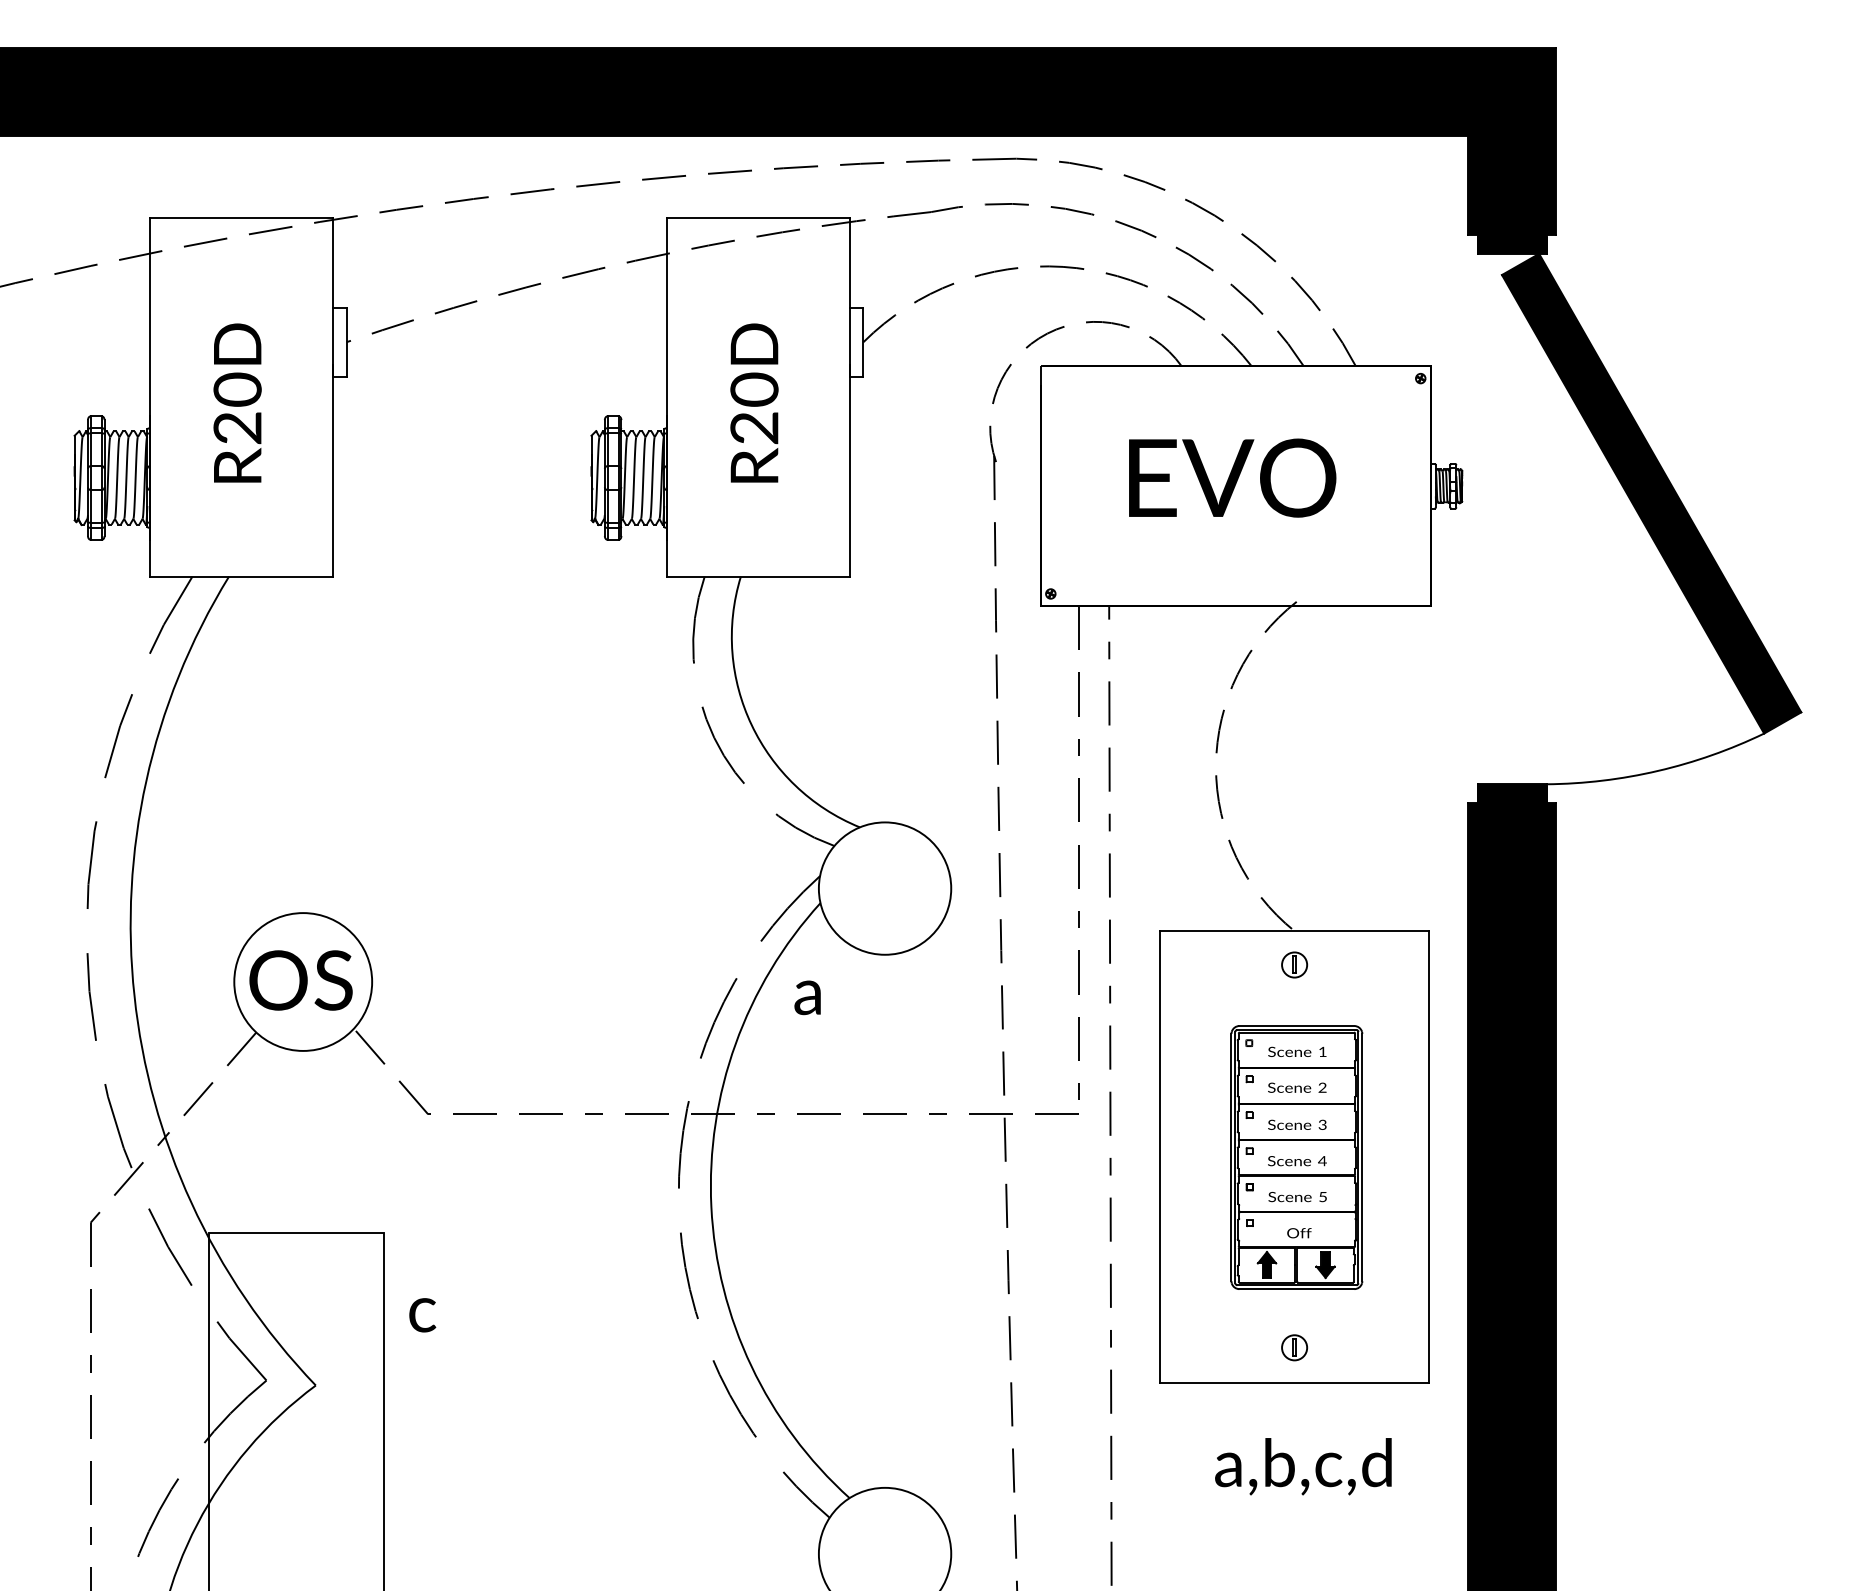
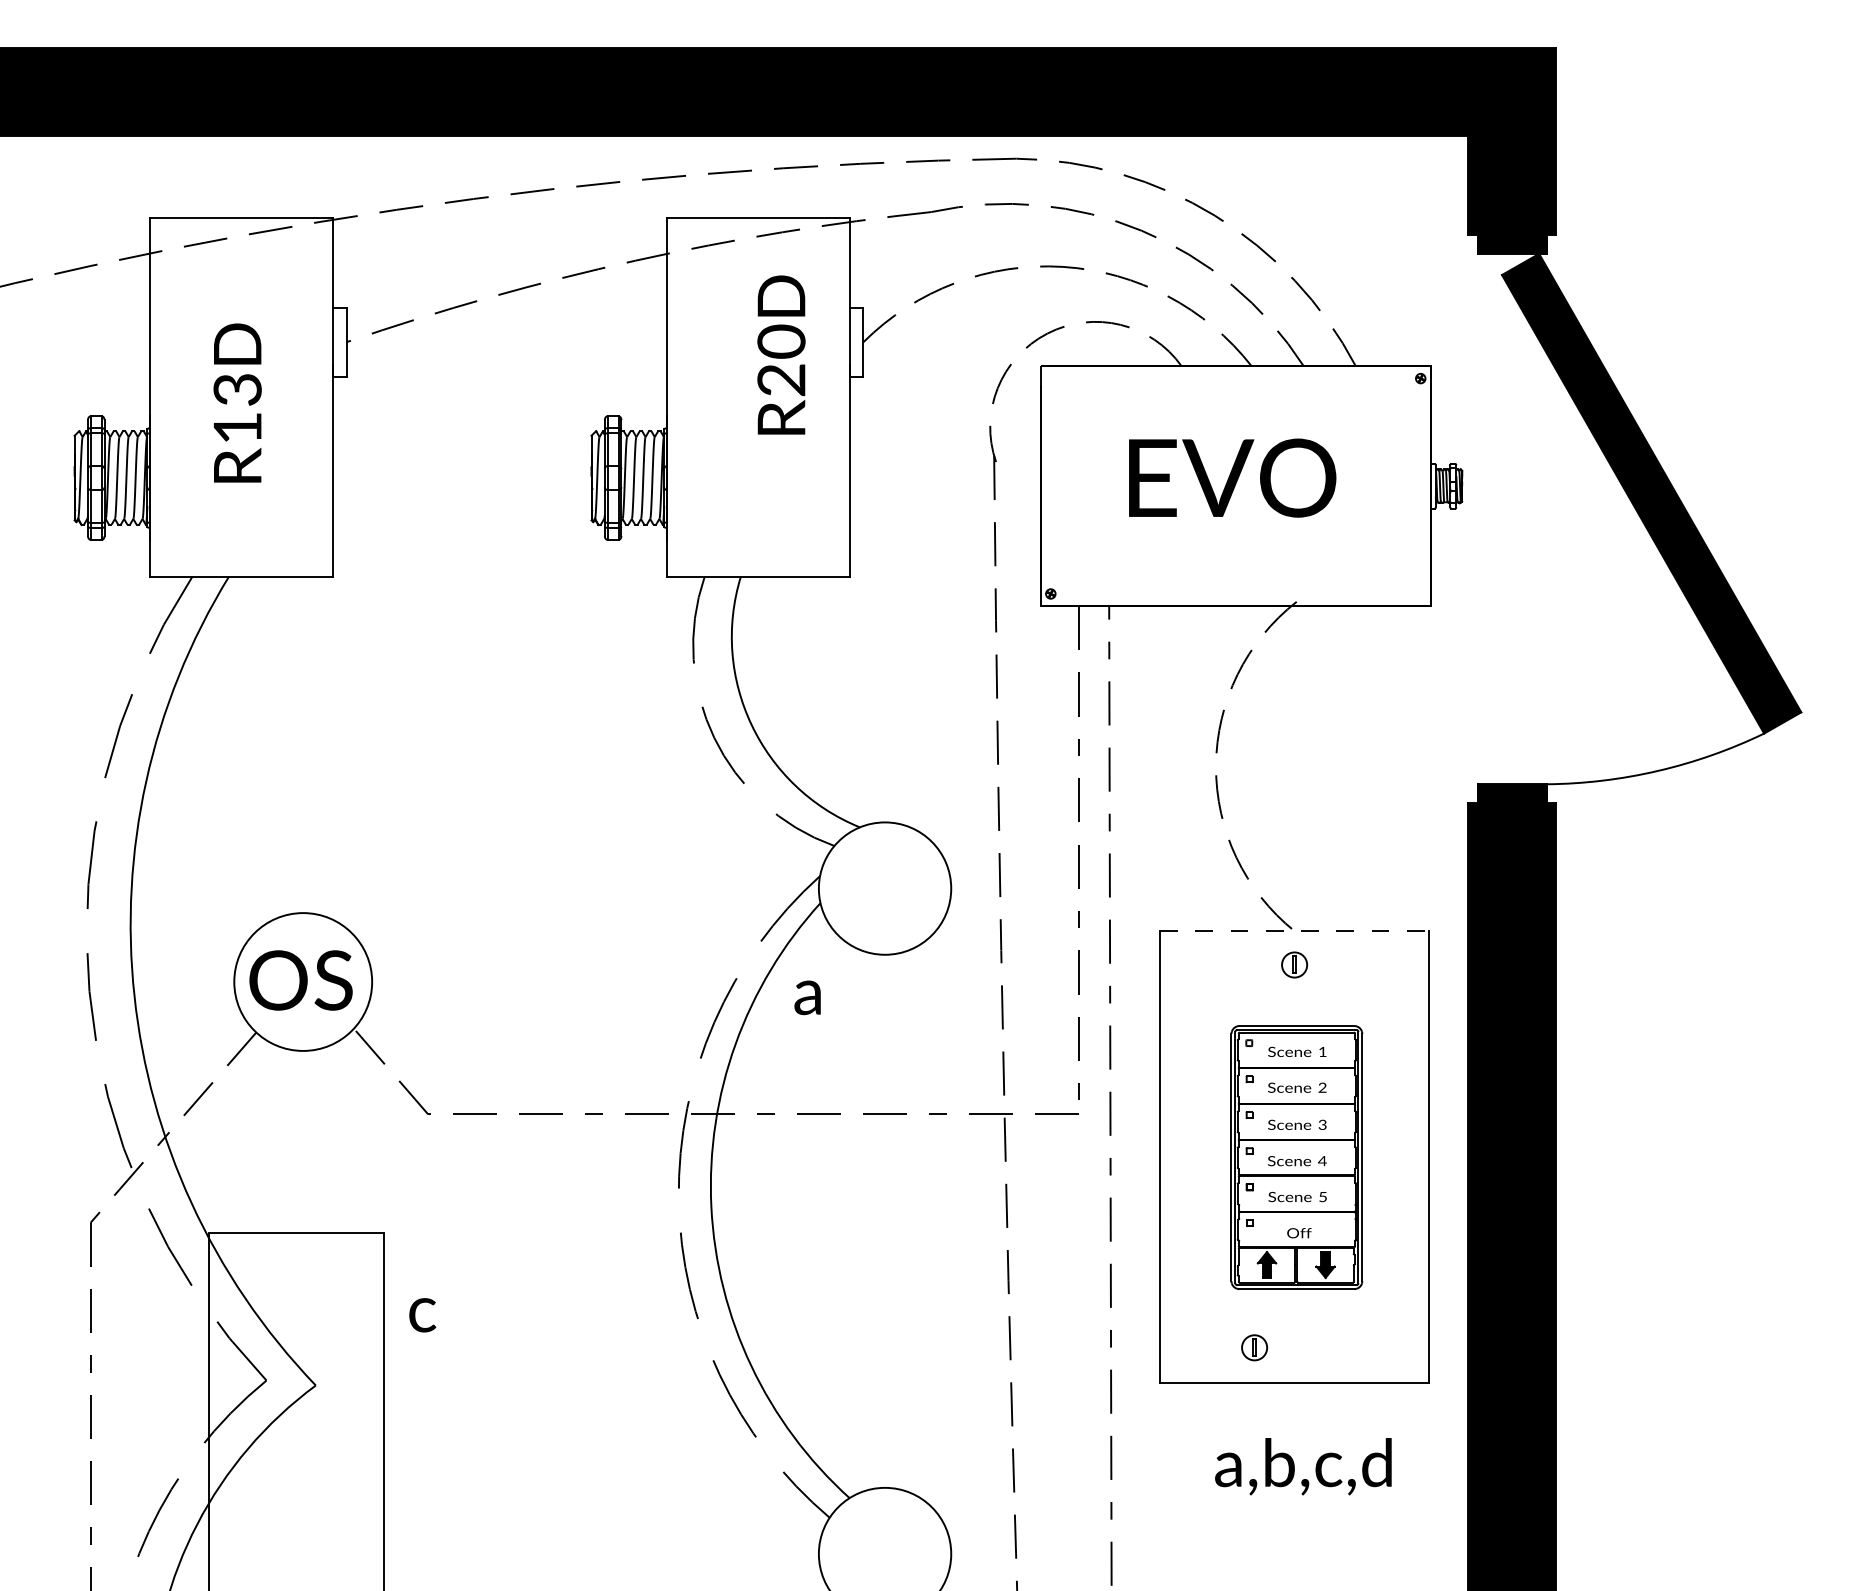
text at (754, 402) position: (754, 402) -> (781, 354)
text at (237, 408): R20D -> R13D
line at (1294, 931): solid -> dashed
part at (1294, 1347) position: (1294, 1347) -> (1254, 1347)
